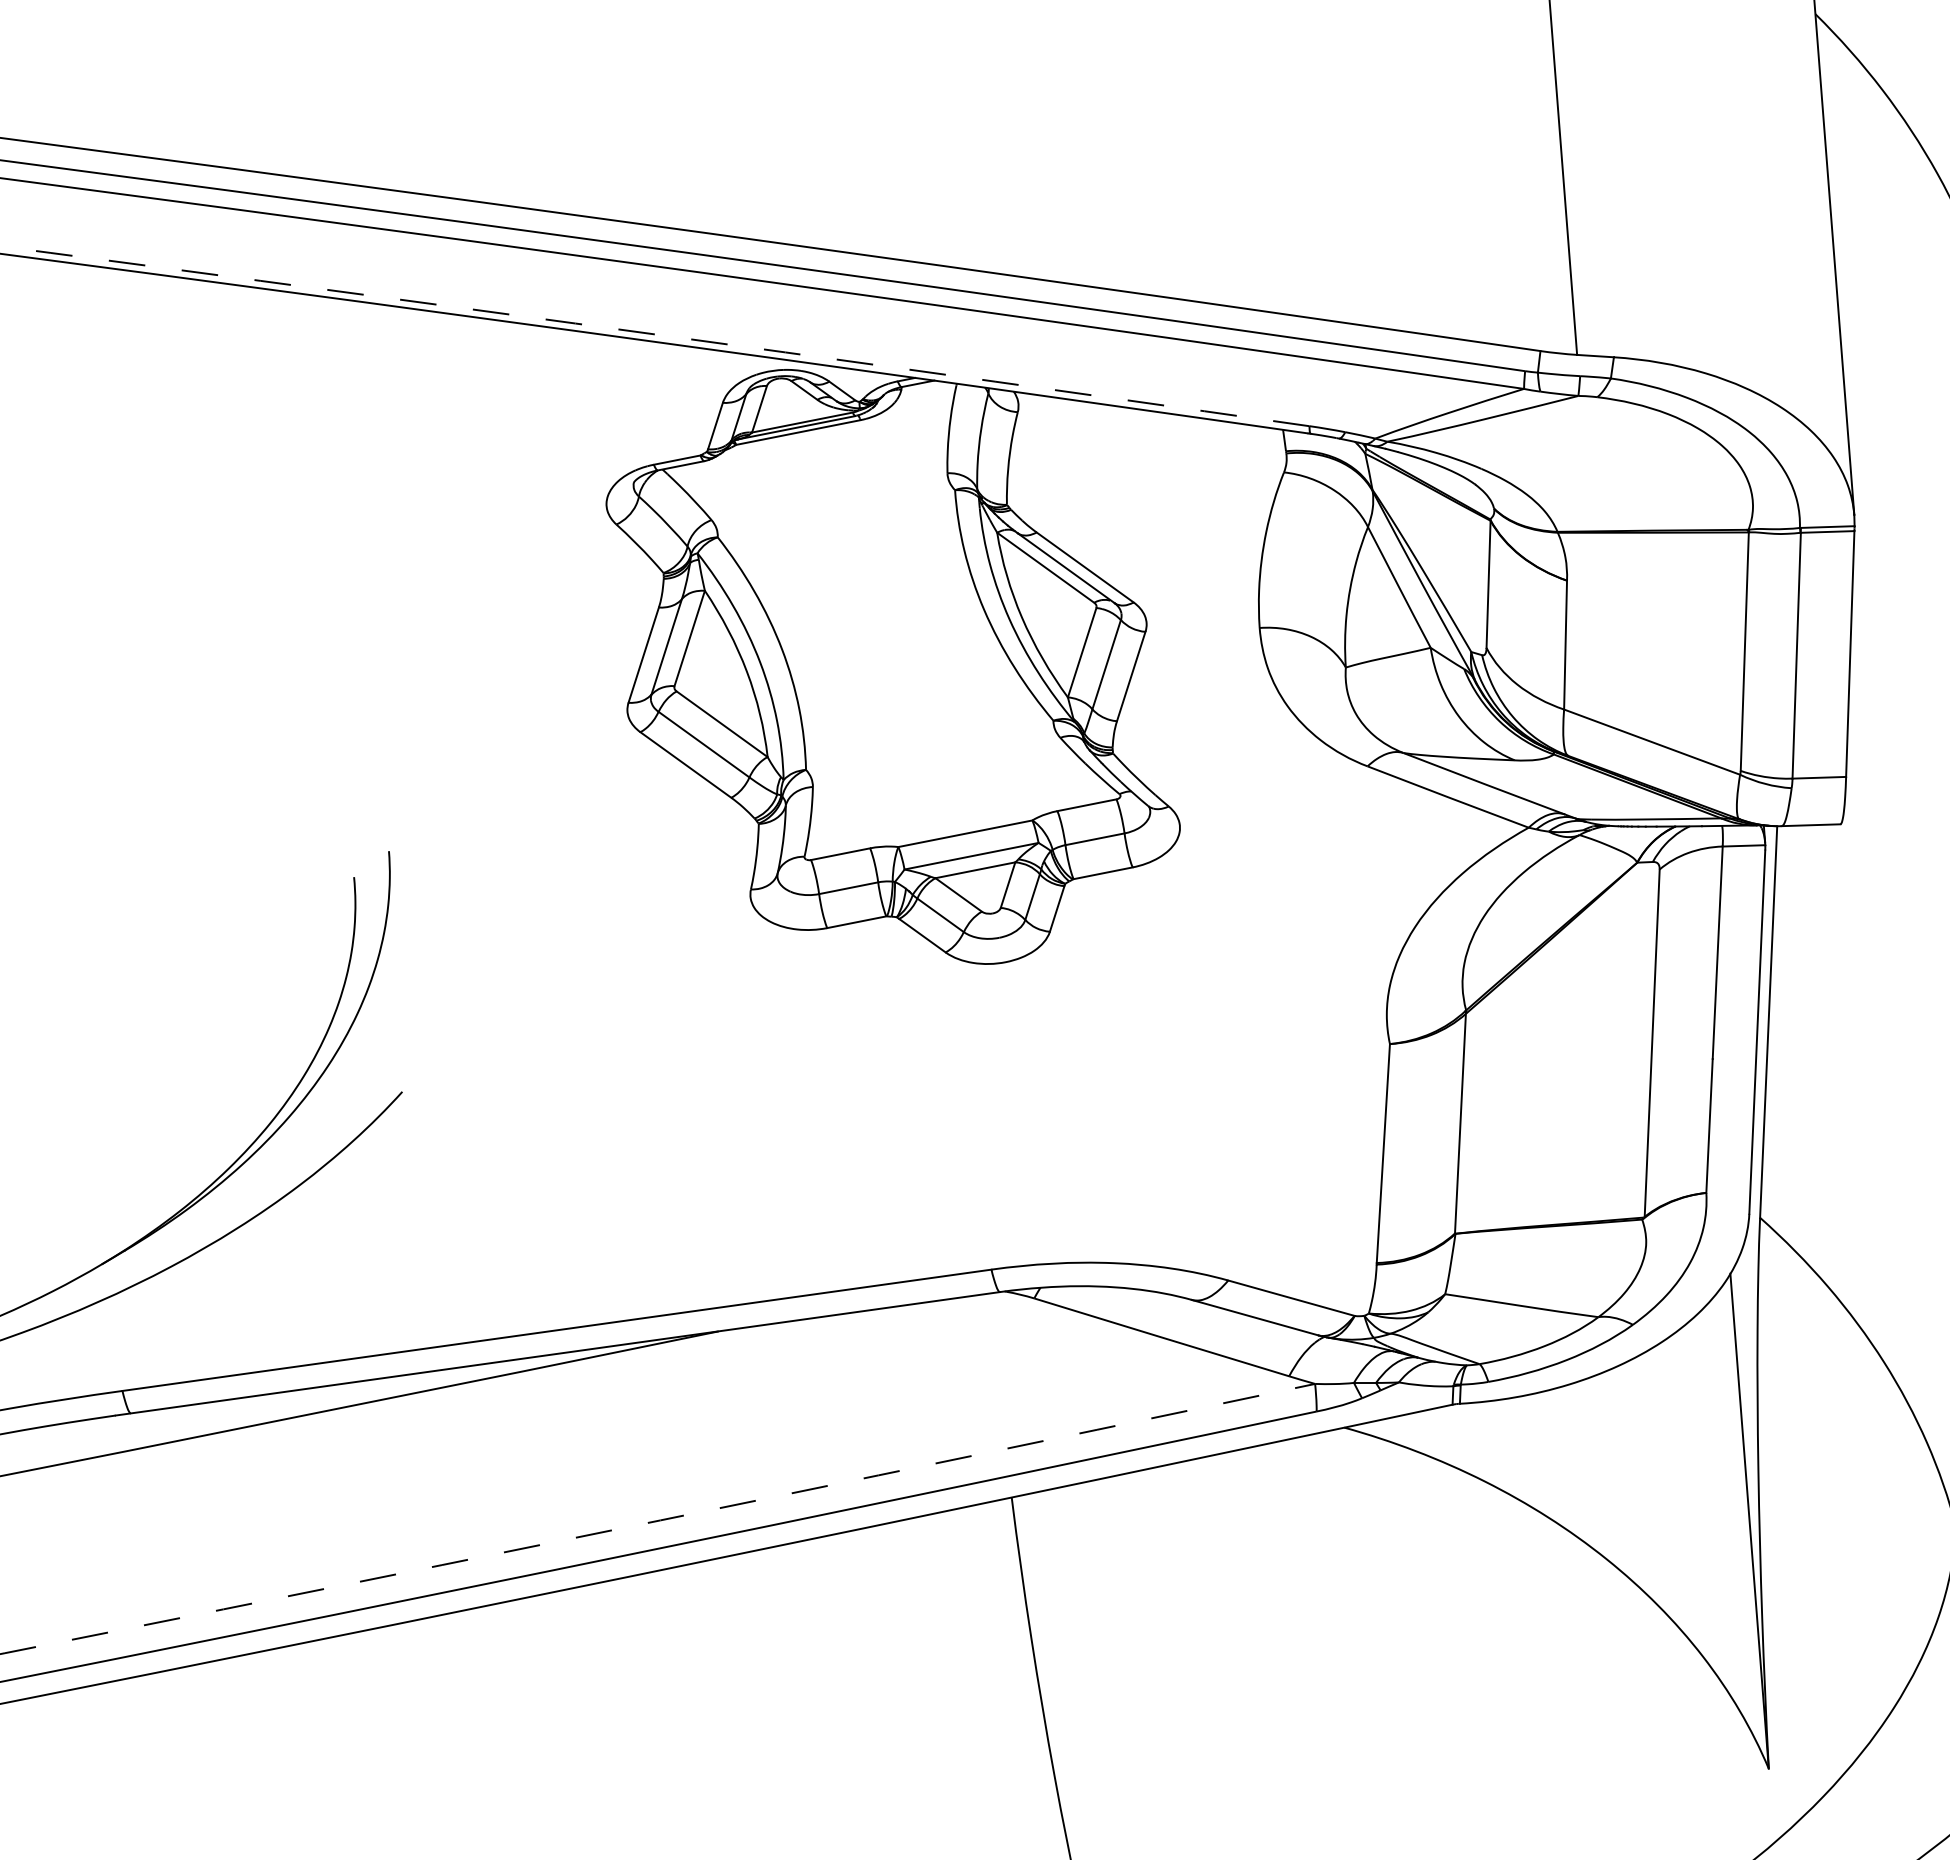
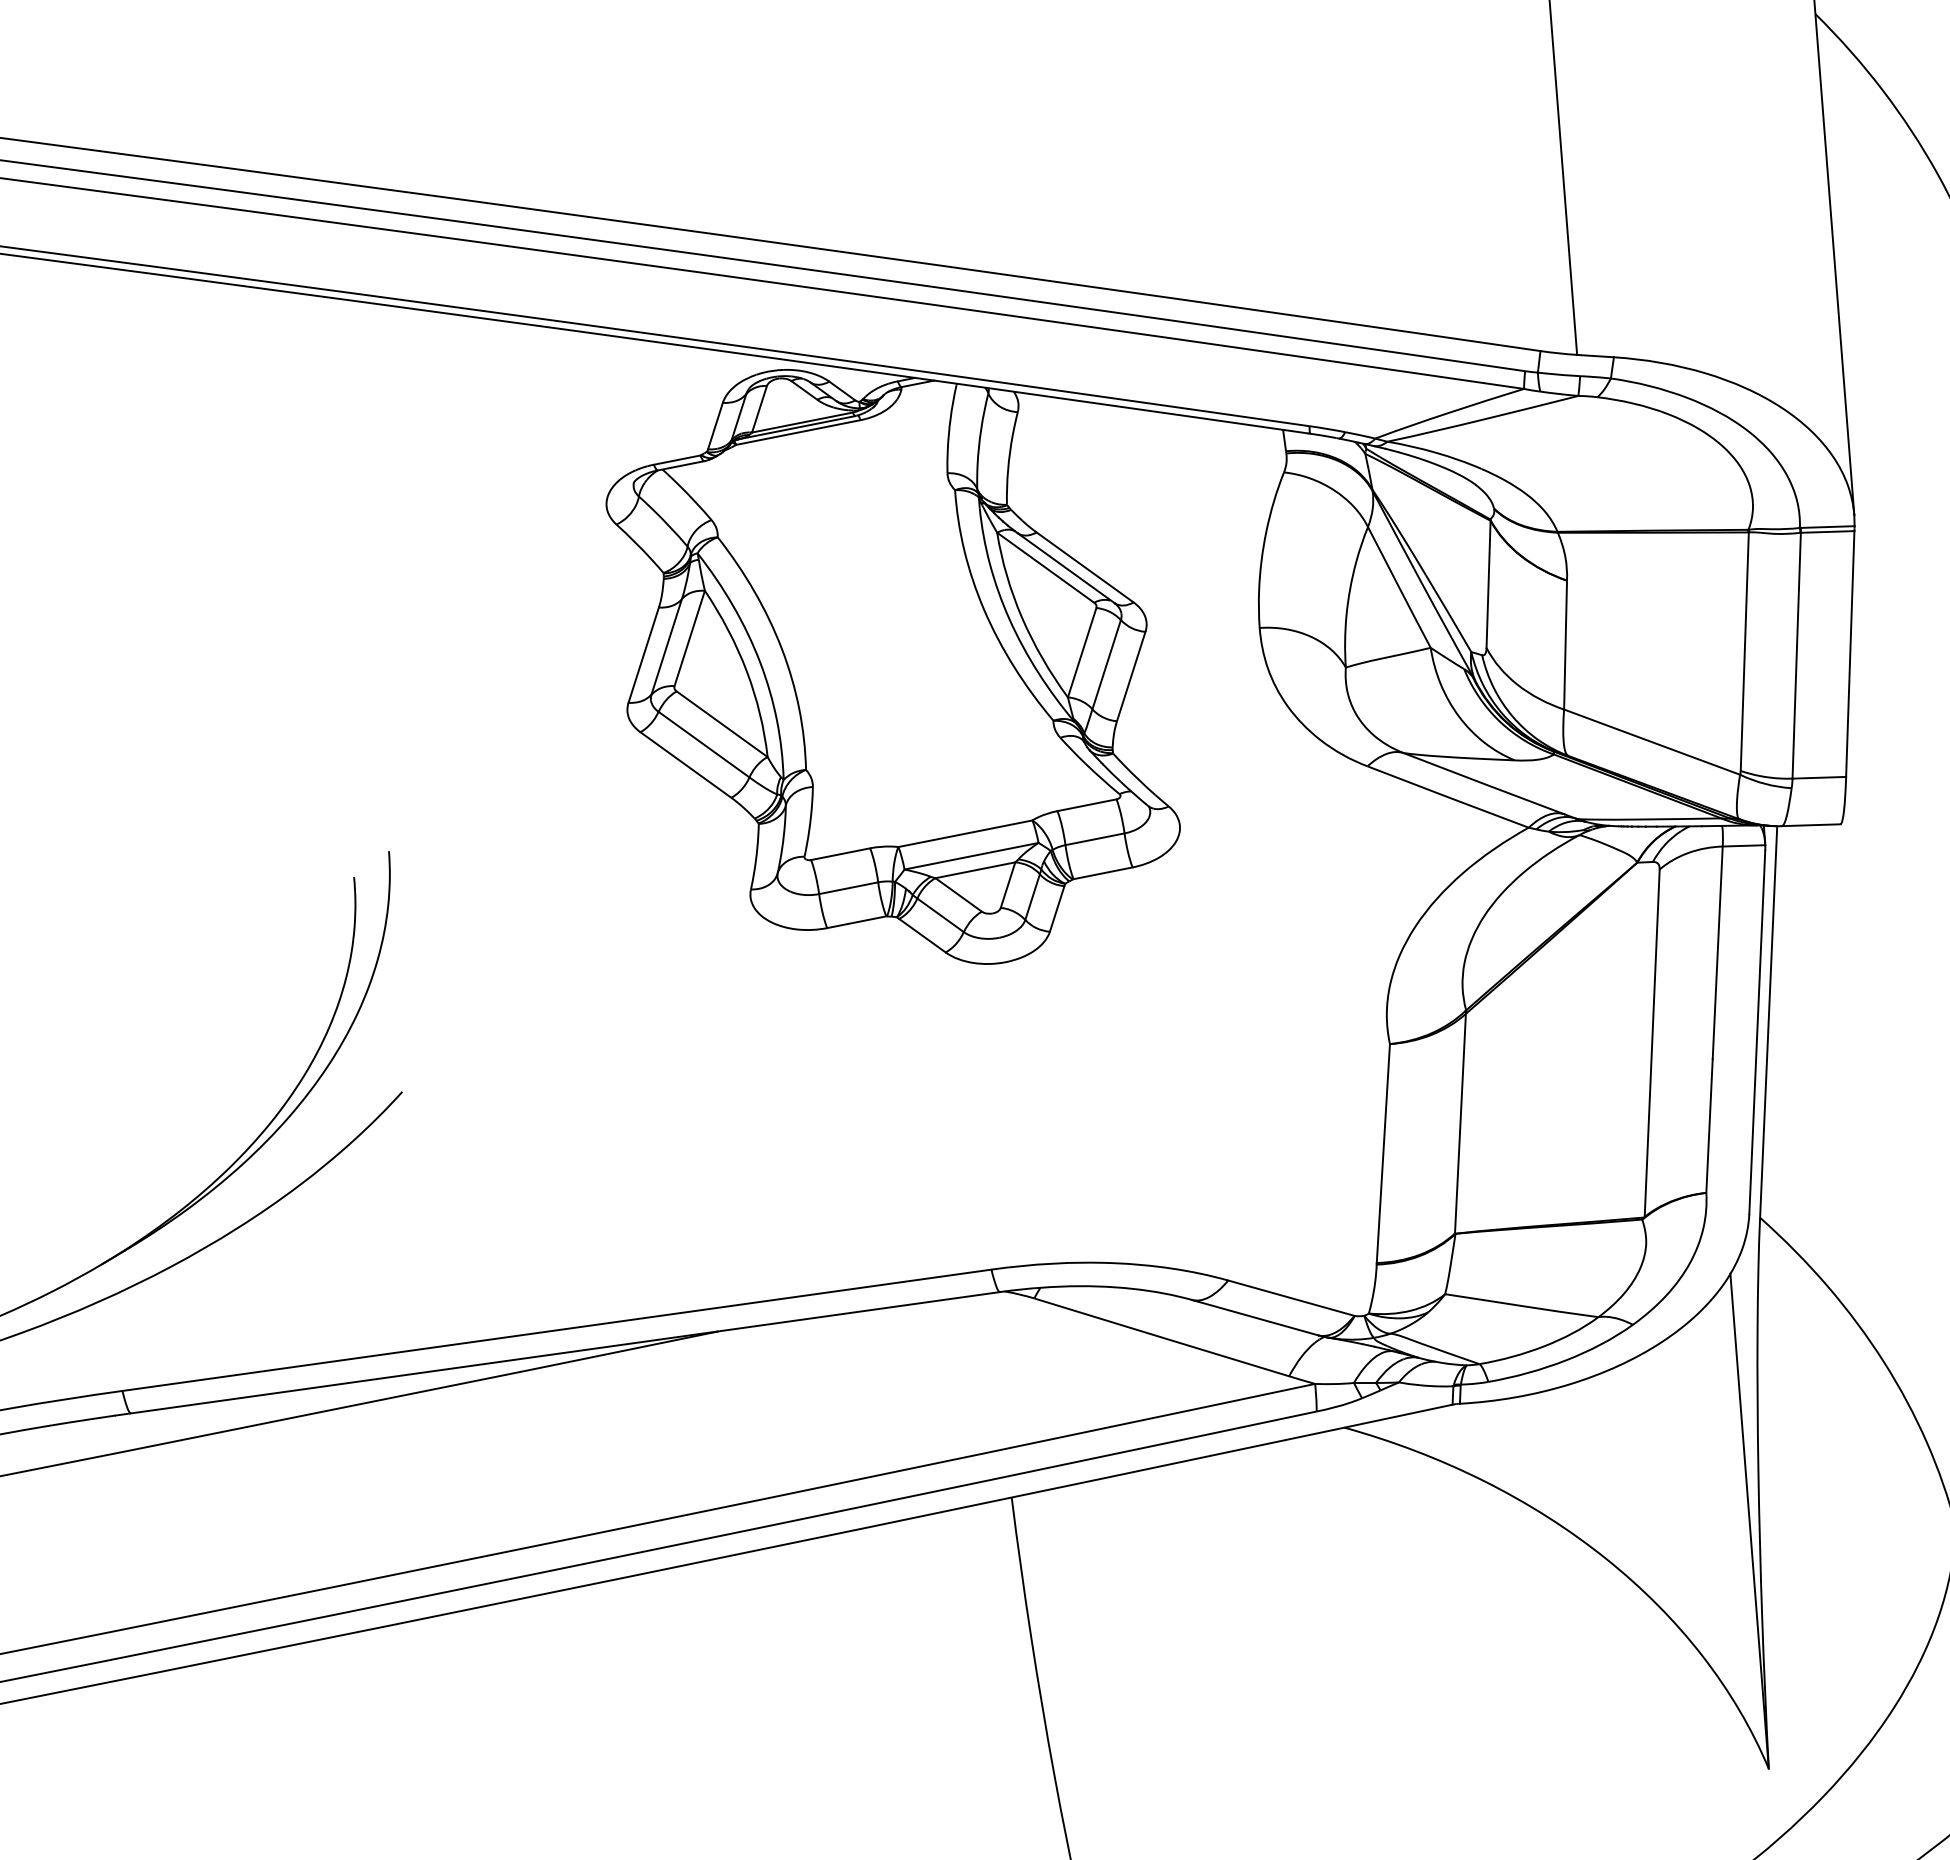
arc at (654, 334): dashed -> solid
arc at (658, 1520): dashed -> solid
